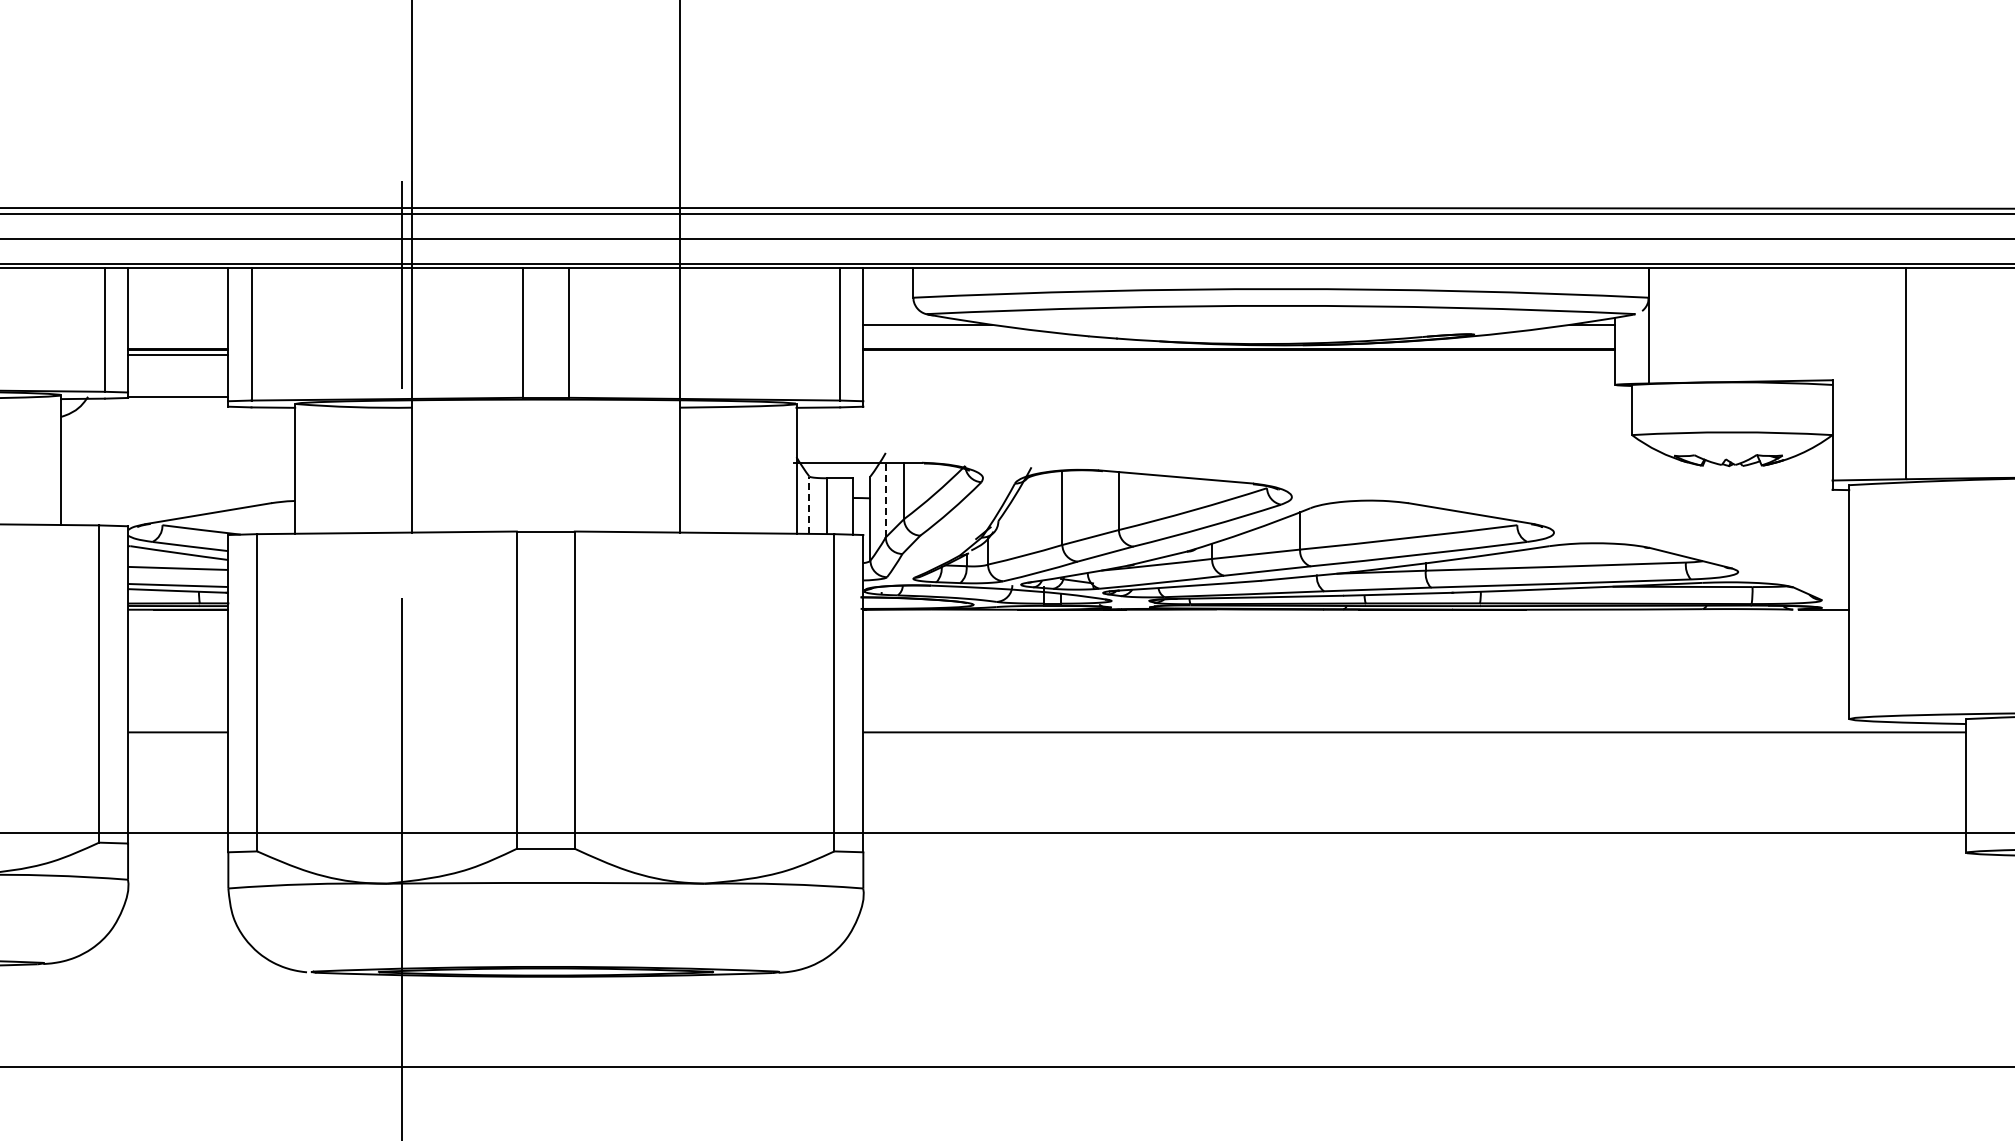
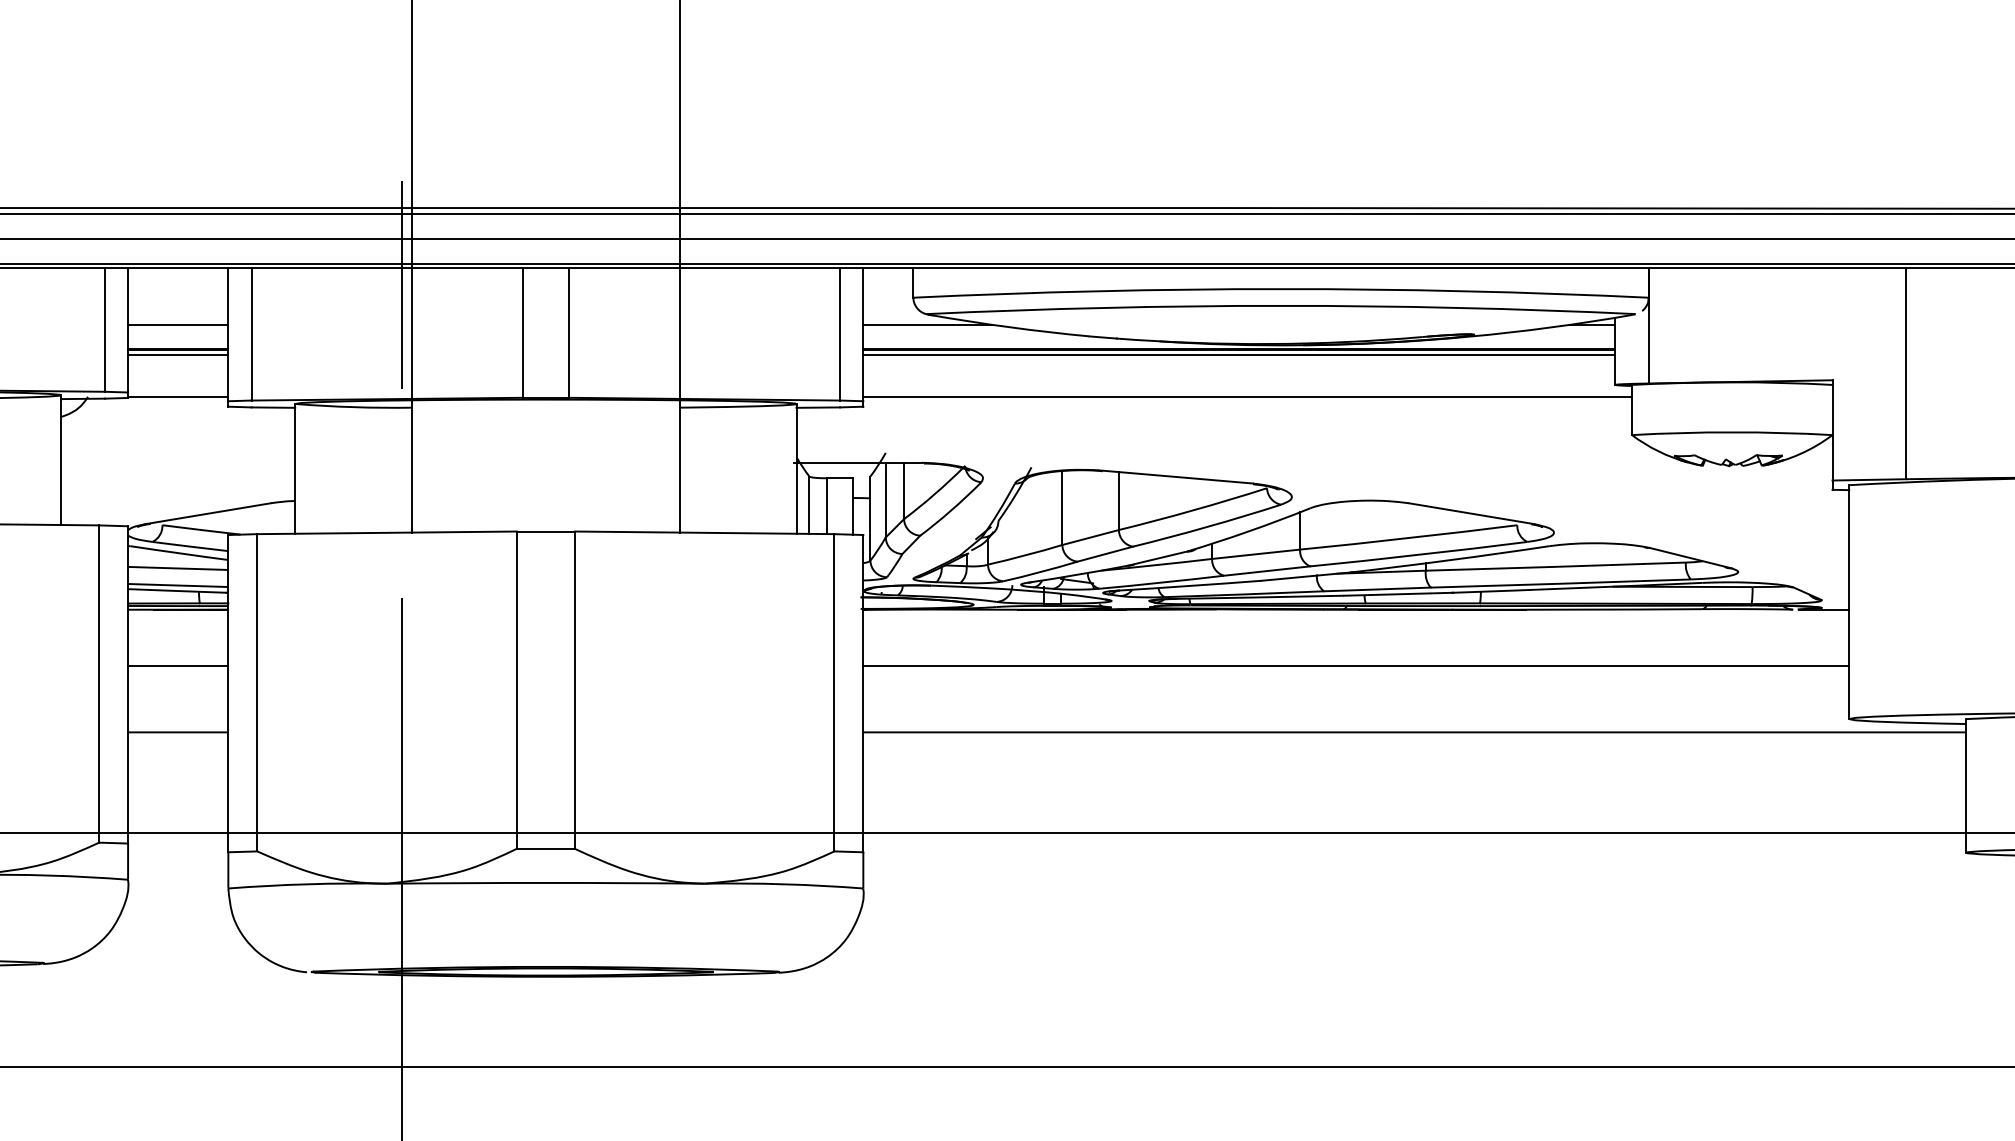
line at (178, 324): none -> present
line at (1239, 354): none -> present
line at (1247, 396): none -> present
line at (885, 499): dashed -> solid
line at (809, 505): dashed -> solid
line at (178, 665): none -> present
line at (1356, 665): none -> present
